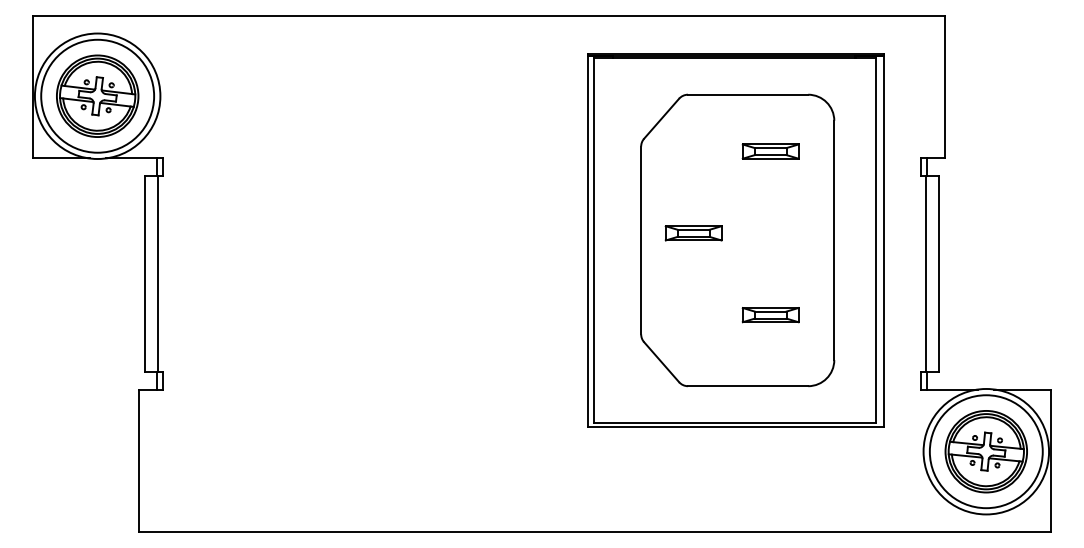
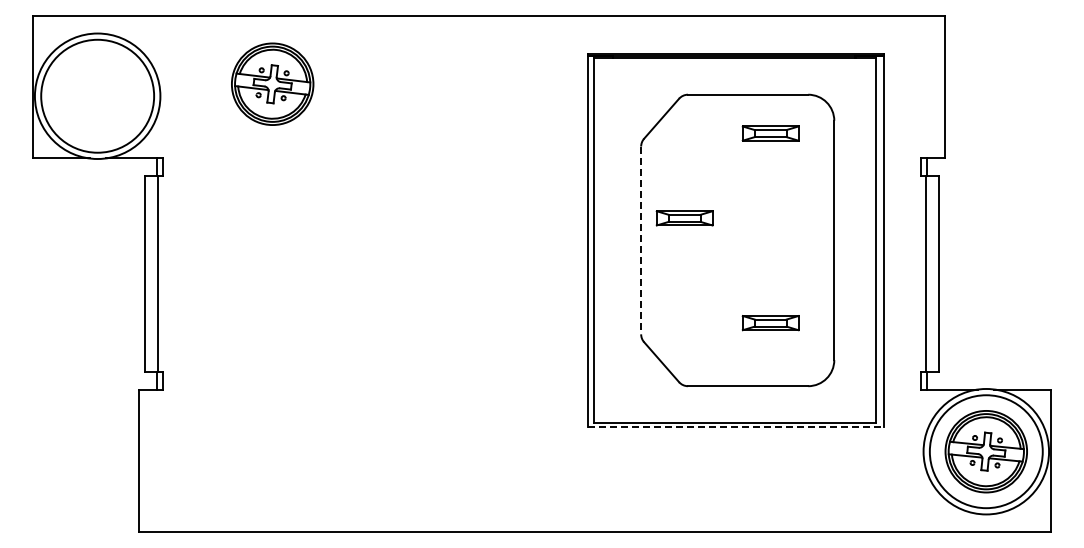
part at (97, 95) position: (97, 95) -> (272, 83)
part at (770, 151) position: (770, 151) -> (770, 133)
part at (693, 233) position: (693, 233) -> (684, 218)
line at (641, 240): solid -> dashed
part at (770, 315) position: (770, 315) -> (770, 323)
line at (736, 427): solid -> dashed
